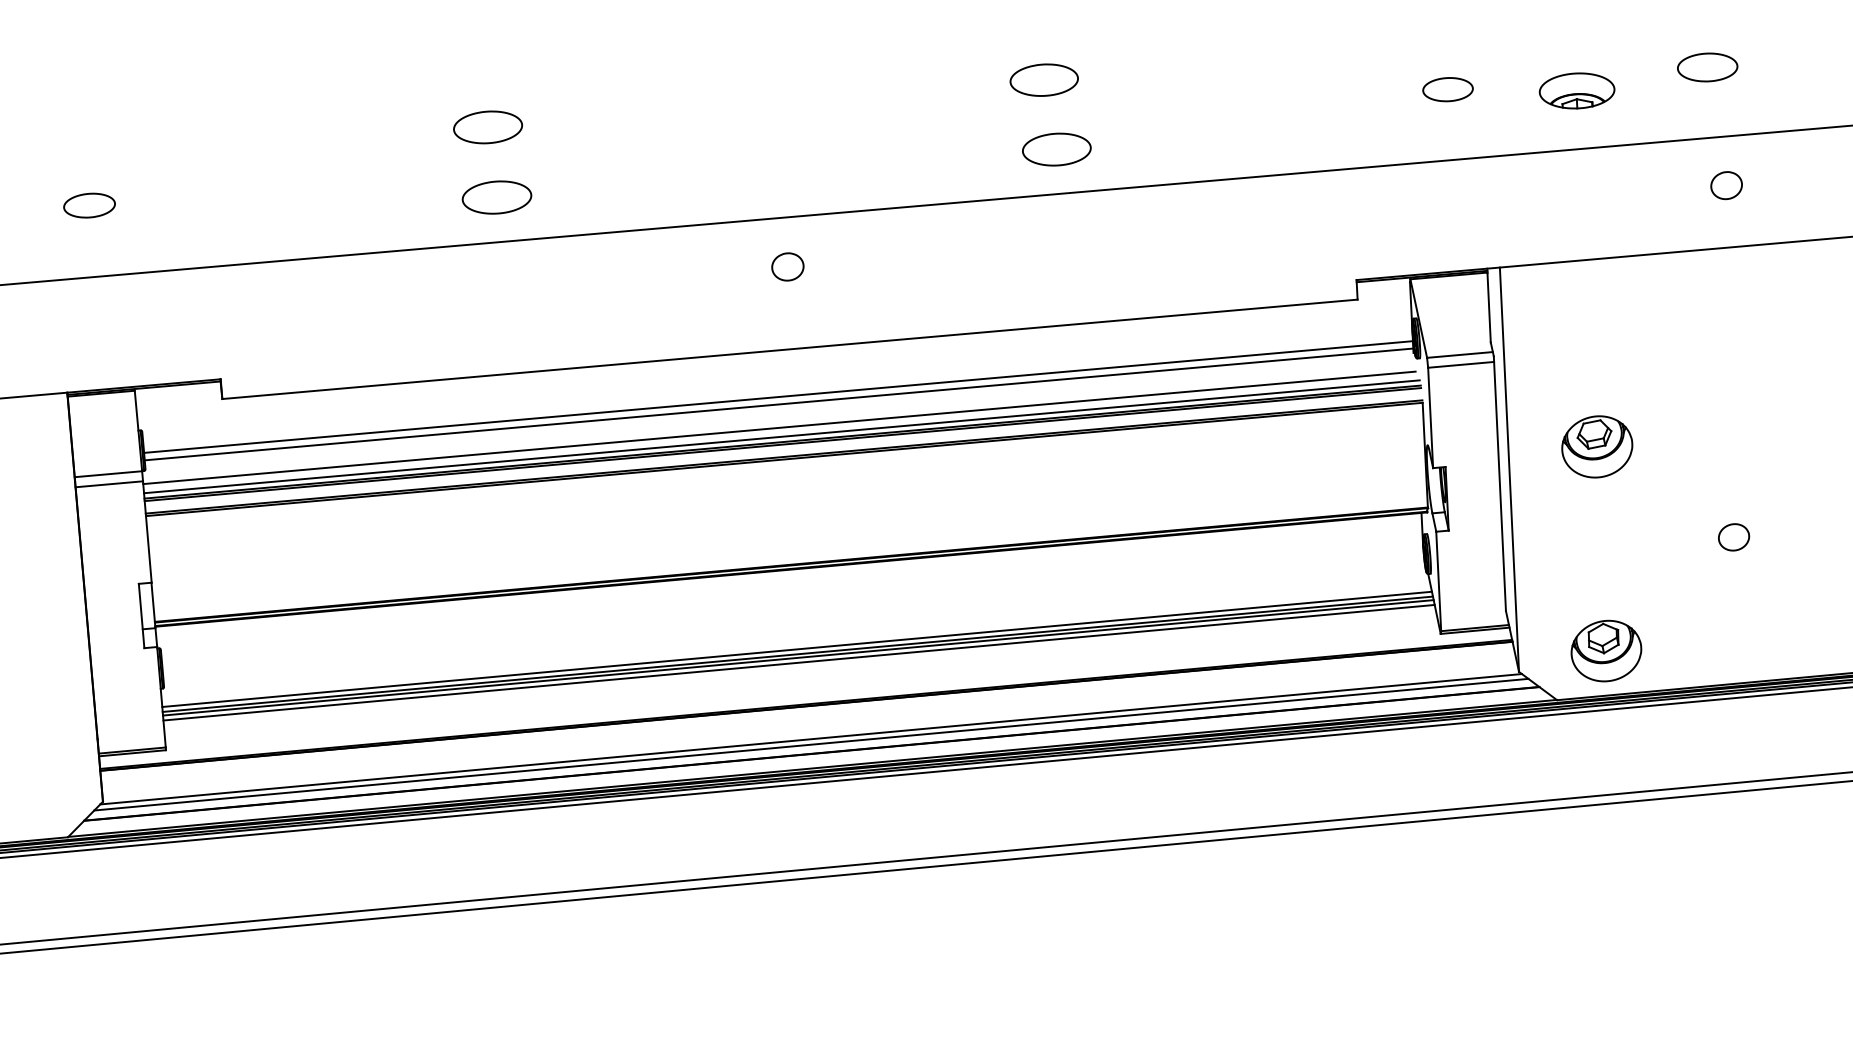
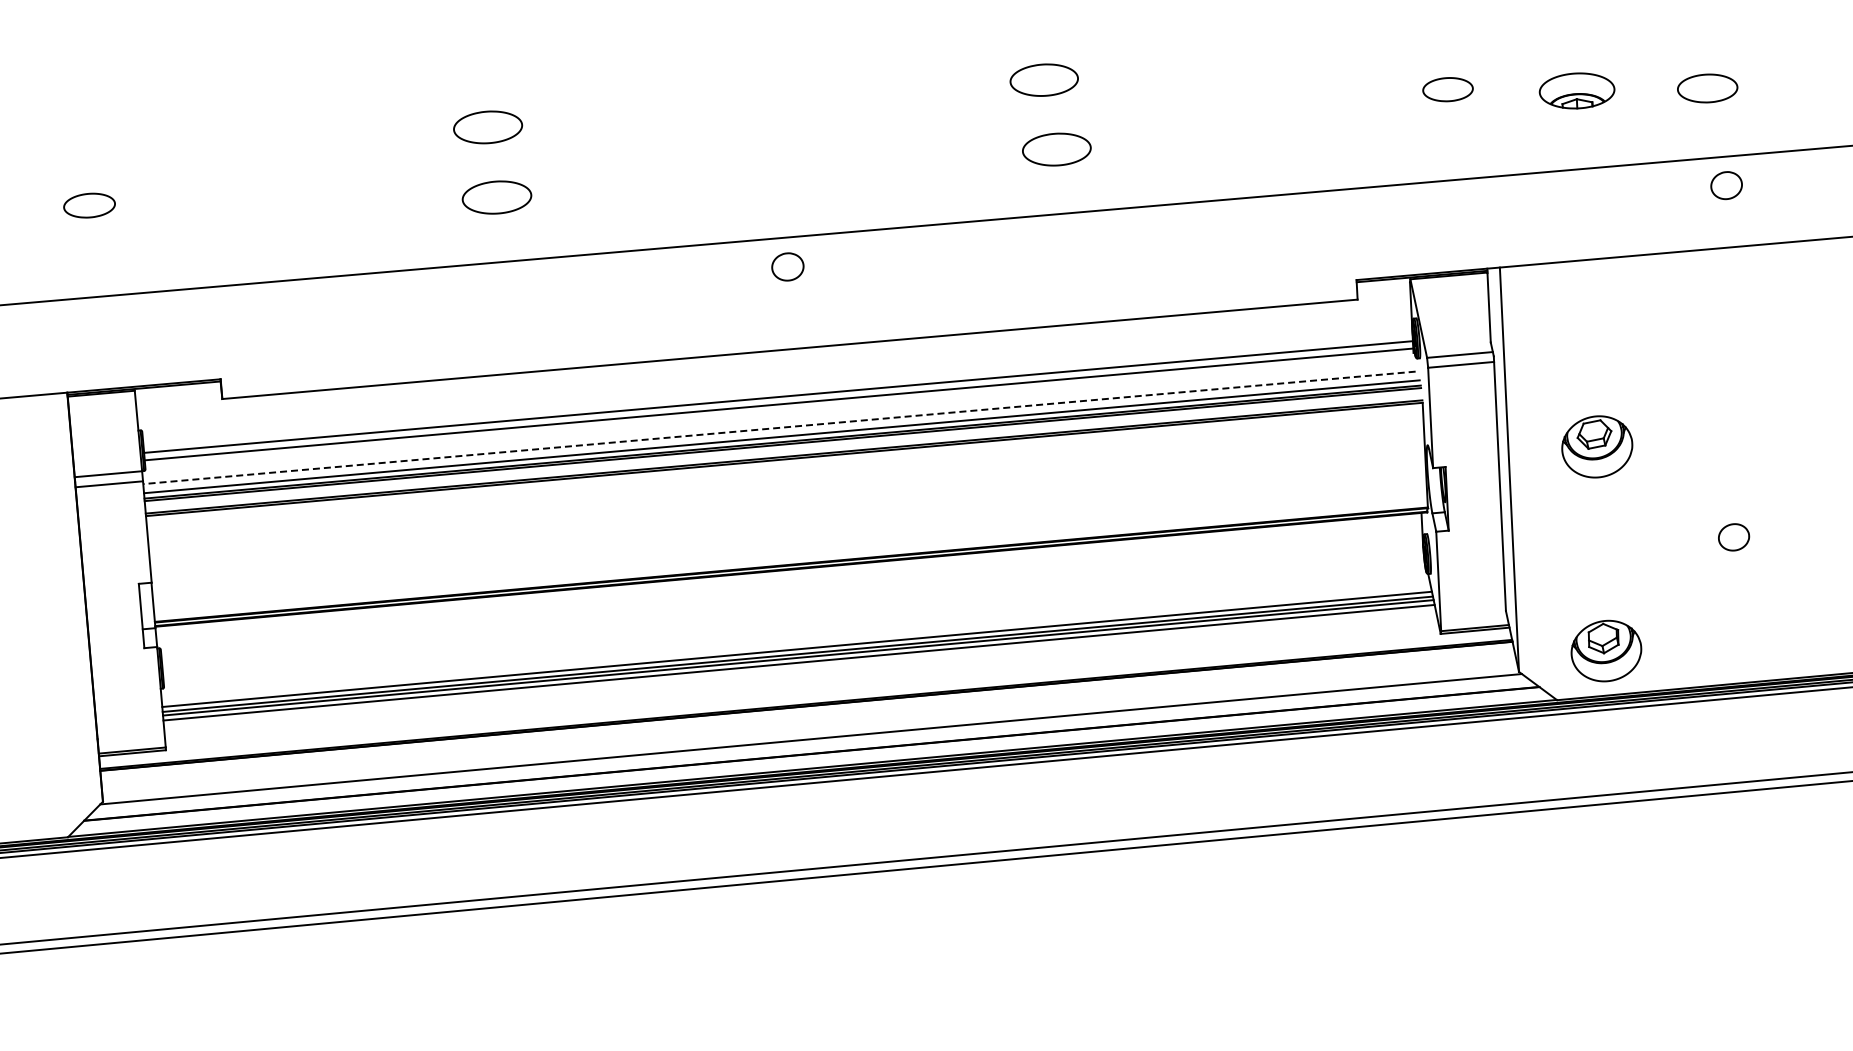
part at (1707, 67) position: (1707, 67) -> (1707, 88)
line at (925, 205) position: (925, 205) -> (925, 225)
line at (779, 427): solid -> dashed
line at (811, 744): present -> none
